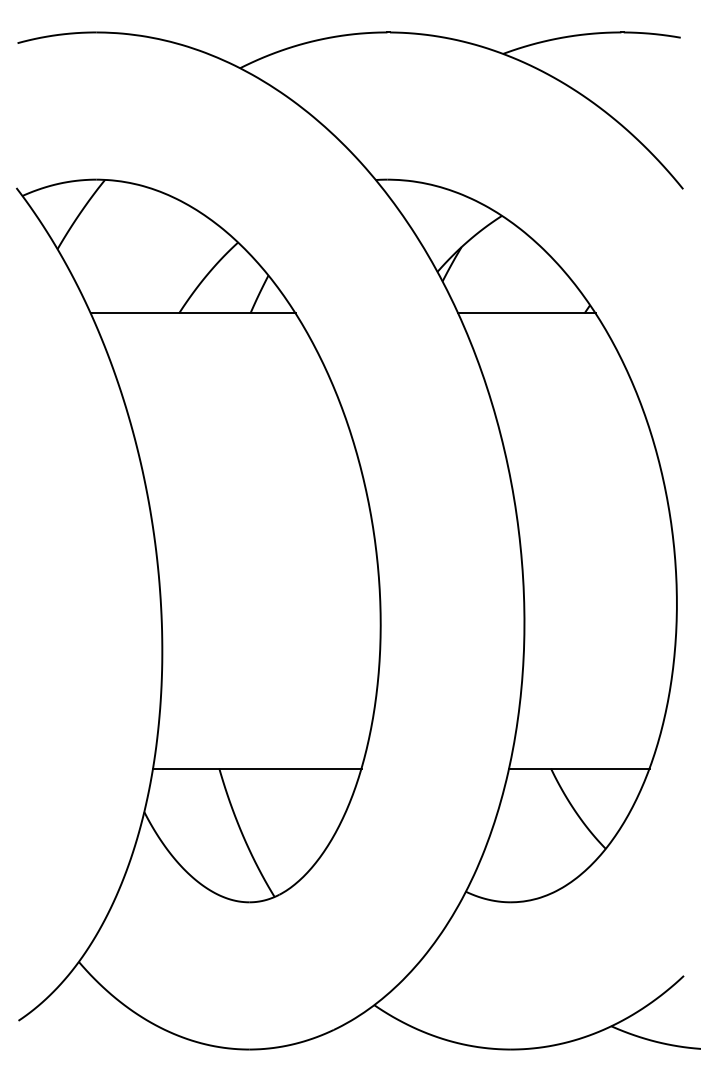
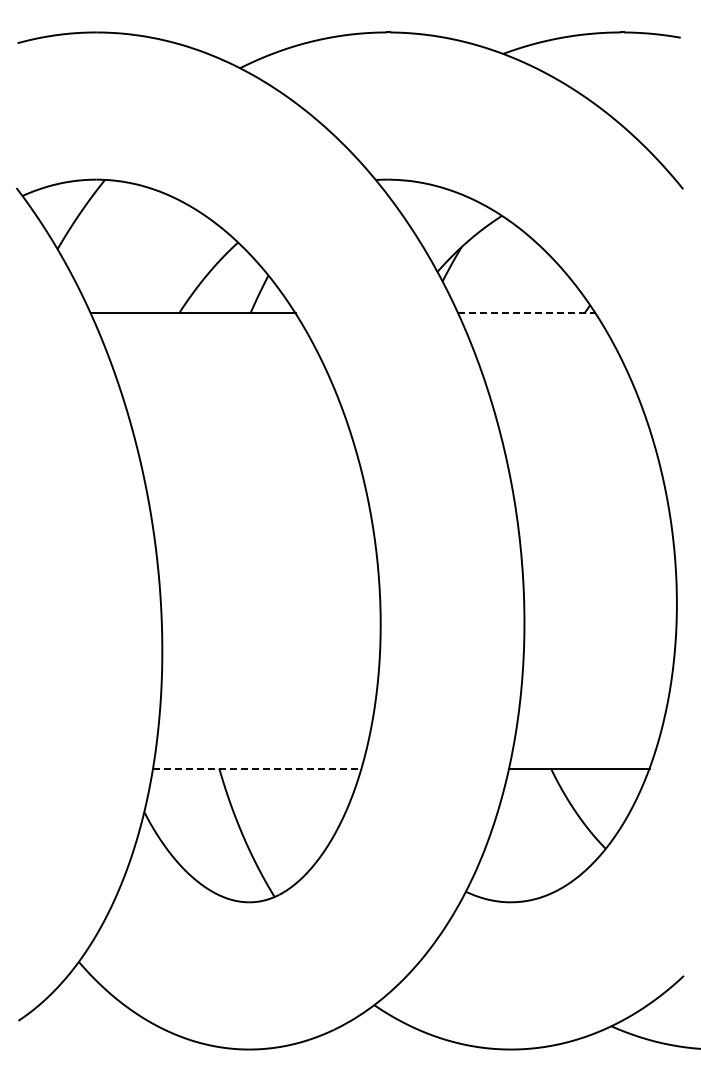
line at (526, 313): solid -> dashed
line at (257, 768): solid -> dashed
